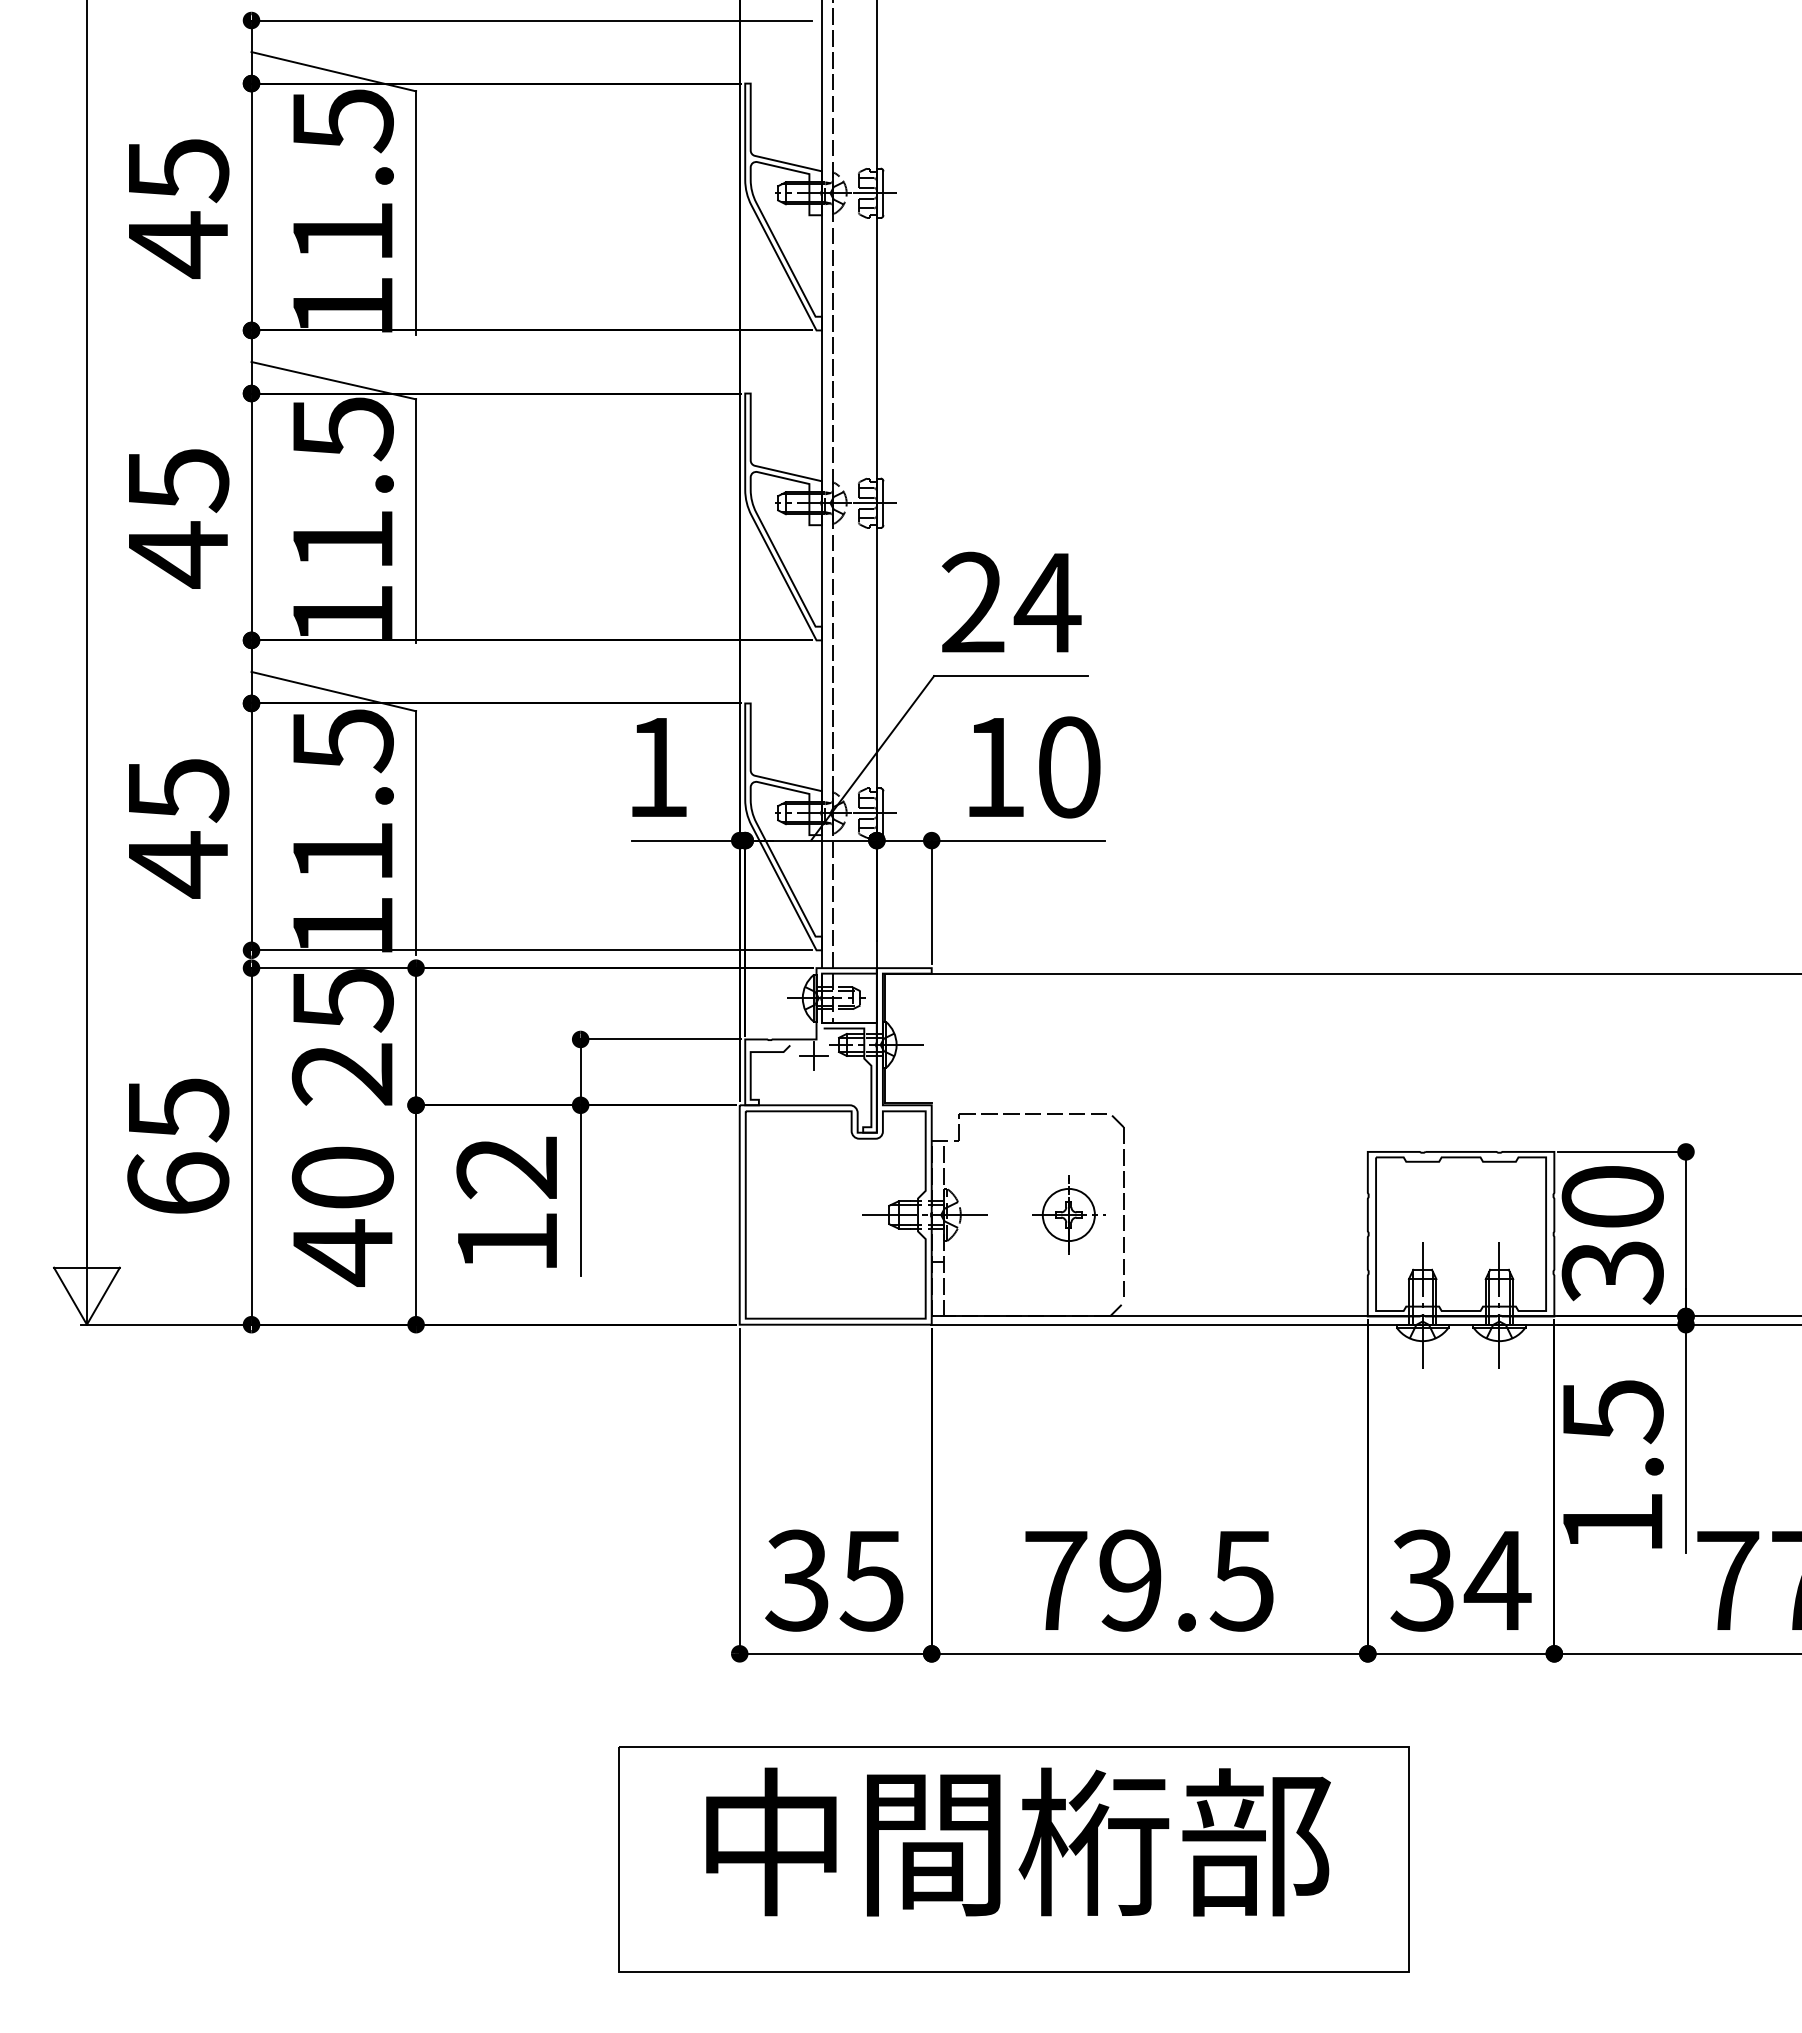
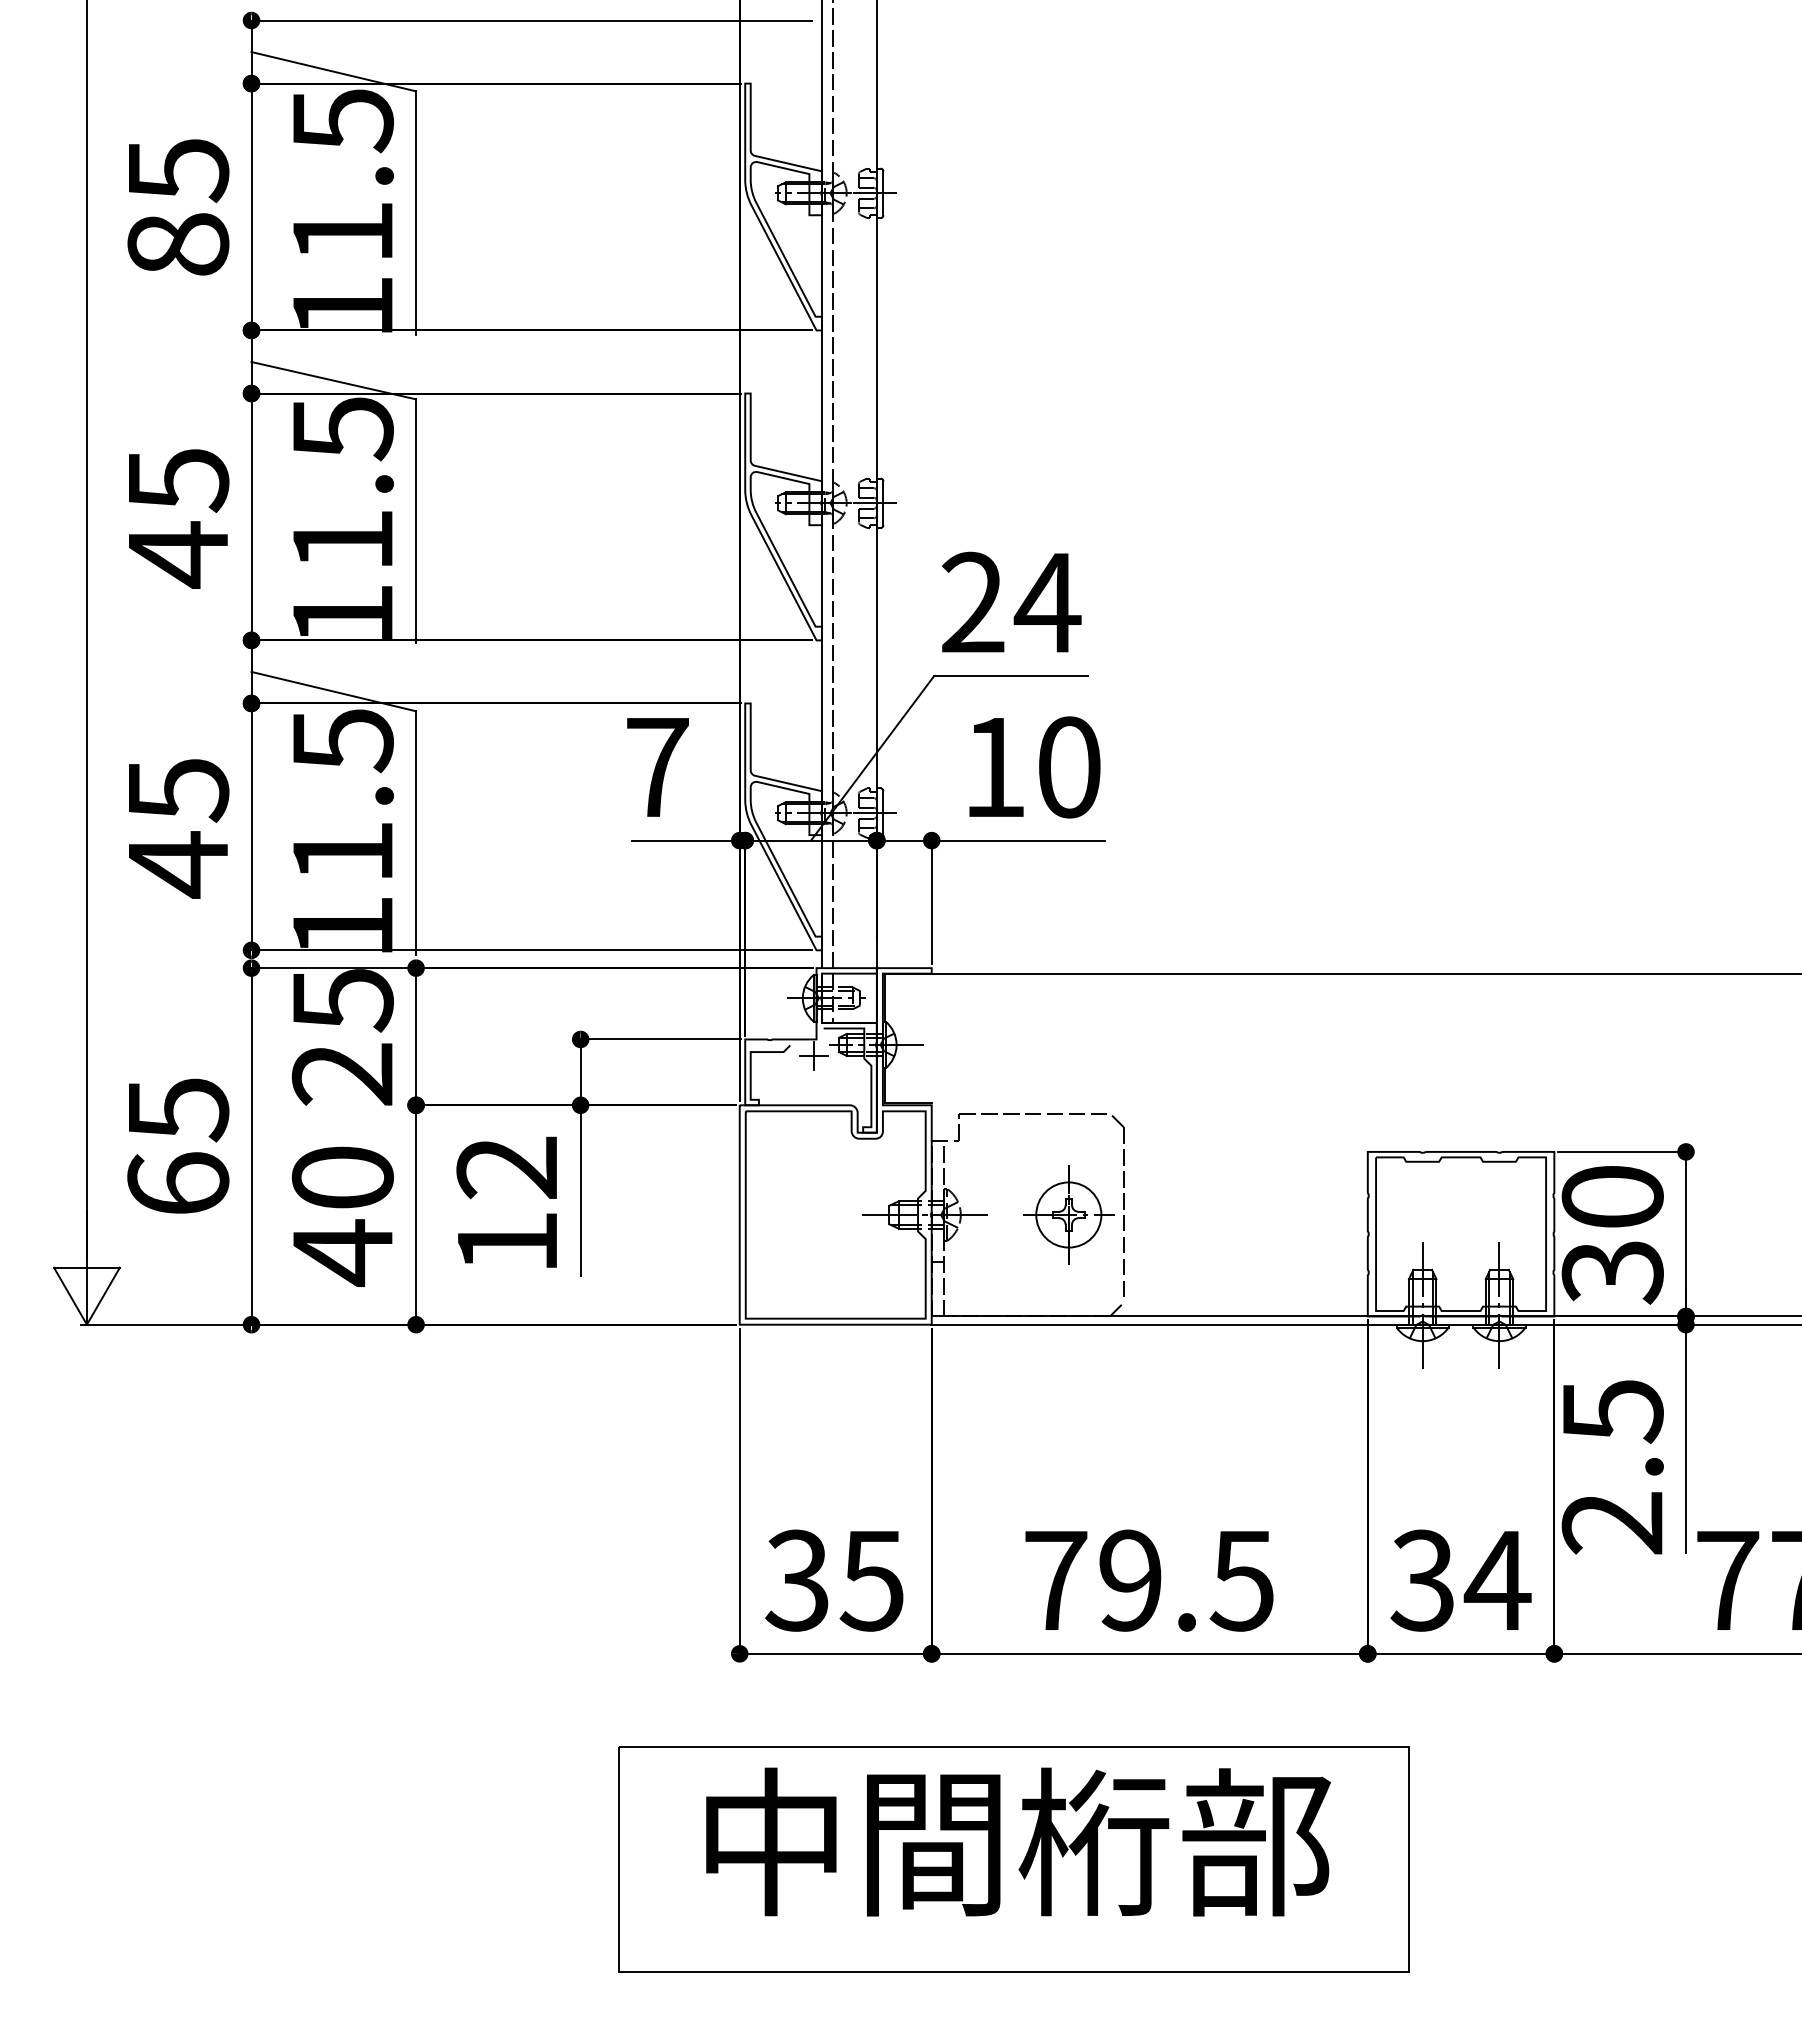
text at (178, 245): 45 -> 85
text at (657, 767): 1 -> 7
part at (1068, 1214) size: 74x80 px -> 92x100 px
text at (1611, 1523): 1.5 -> 2.5
